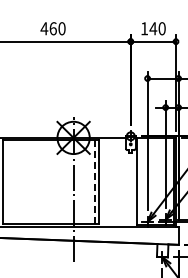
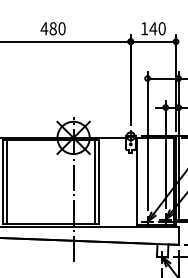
text at (52, 28): 460 -> 480
line at (7, 181): none -> present
line at (94, 181): dashed -> solid
